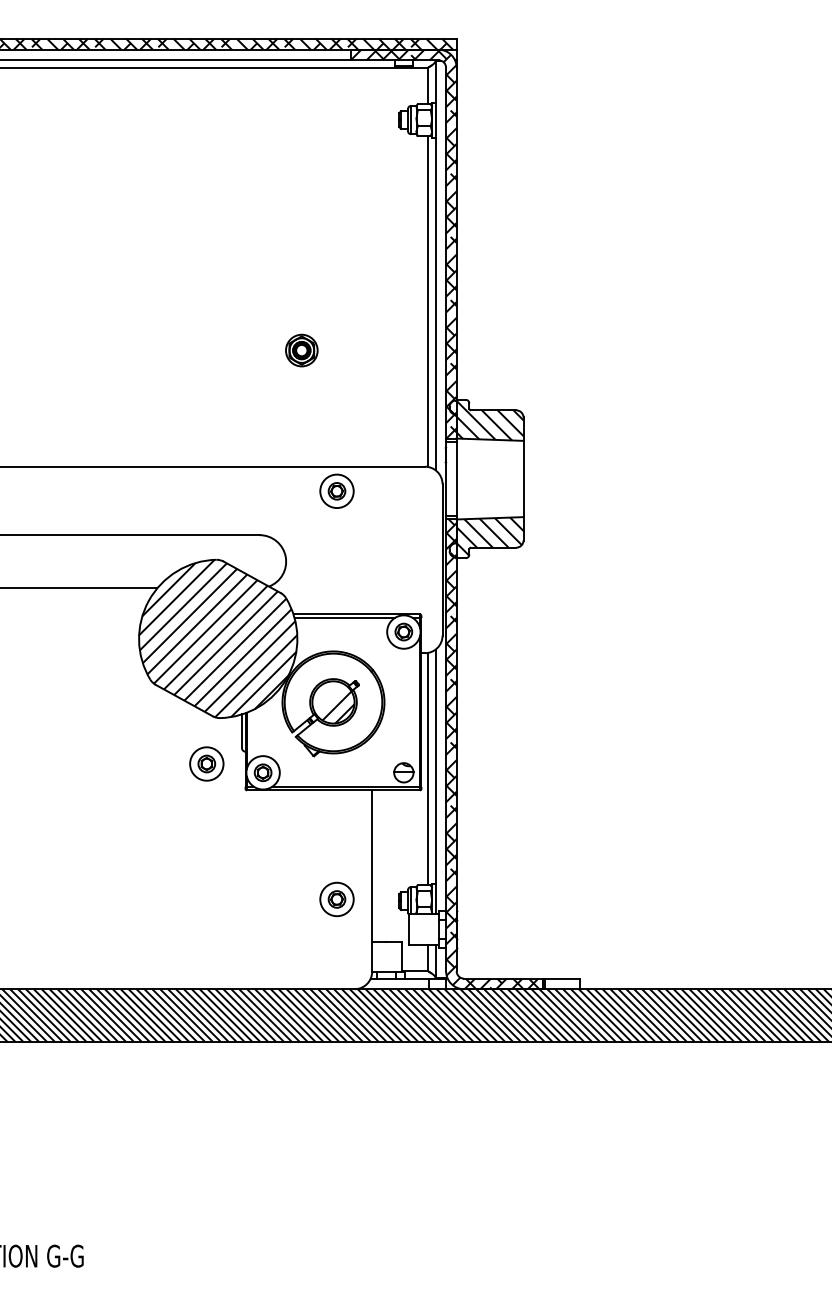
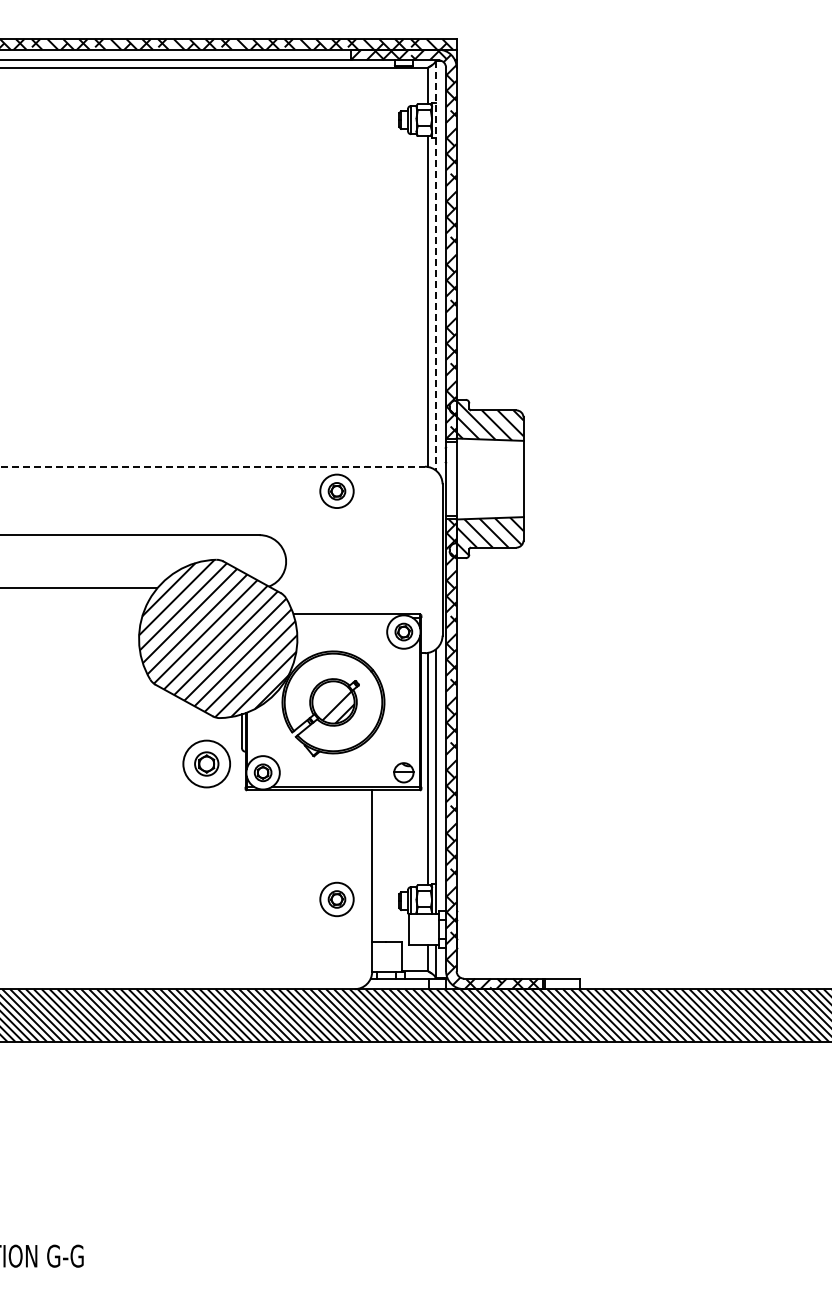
line at (435, 265): solid -> dashed
part at (301, 350): present -> none
line at (213, 466): solid -> dashed
line at (344, 618): present -> none
part at (206, 763) size: 36x36 px -> 49x50 px
